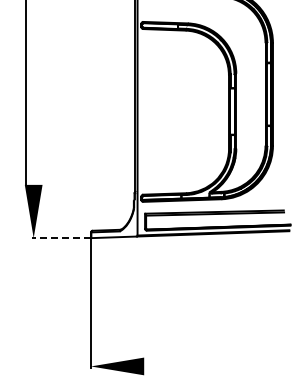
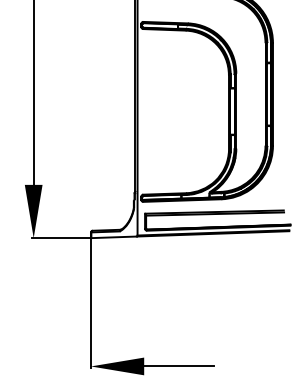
line at (25, 93) position: (25, 93) -> (33, 93)
line at (61, 238): dashed -> solid
line at (179, 366): none -> present
